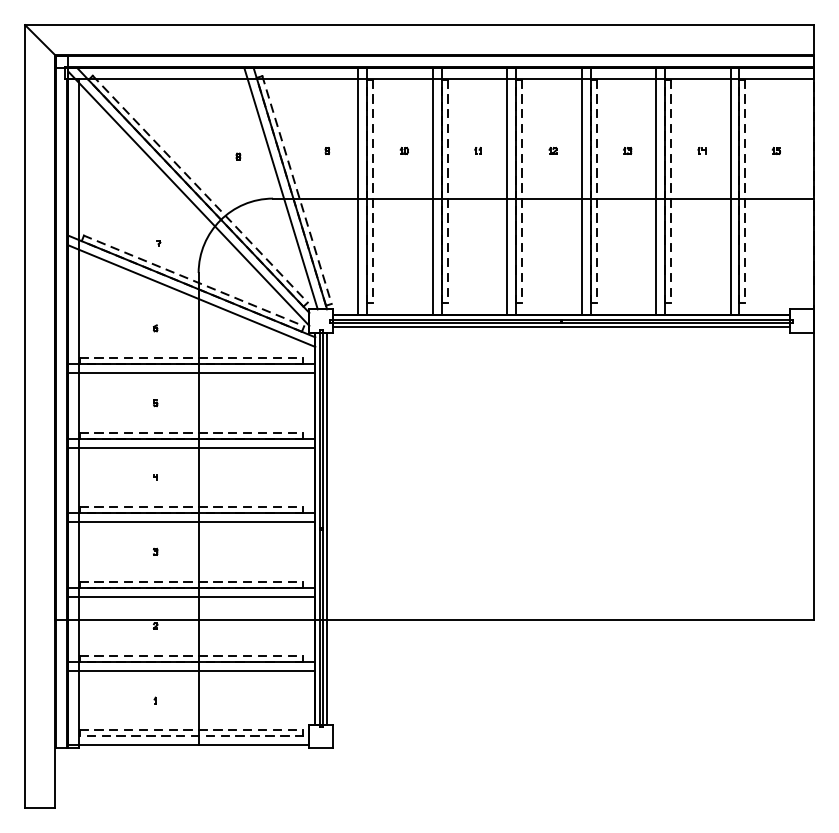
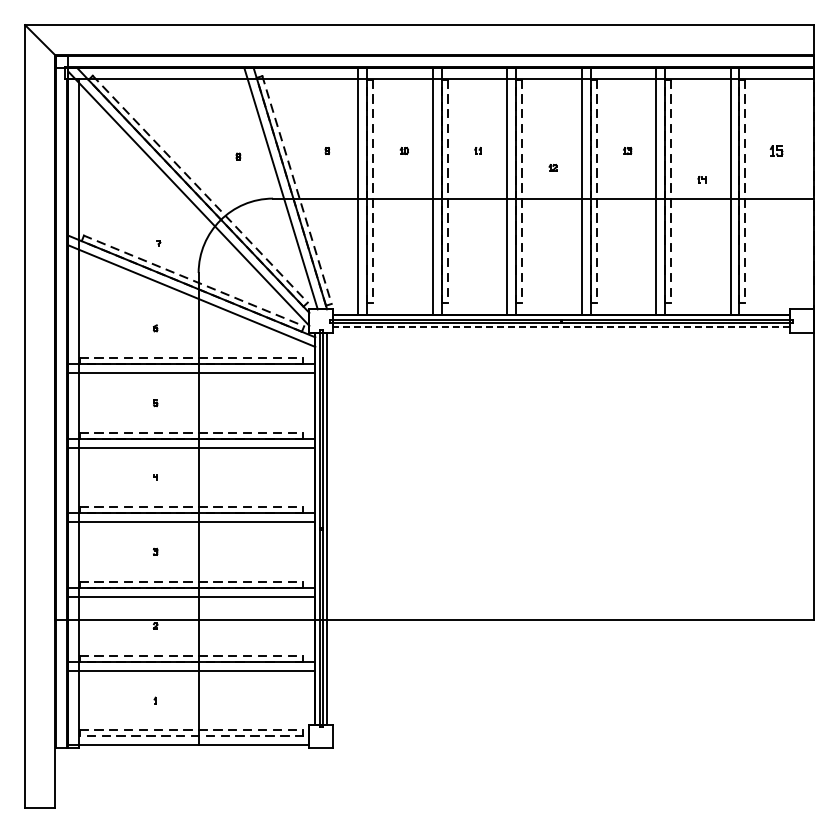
part at (552, 150) position: (552, 150) -> (552, 167)
part at (701, 150) position: (701, 150) -> (701, 179)
part at (775, 150) size: 10x8 px -> 15x12 px
line at (561, 327): solid -> dashed
